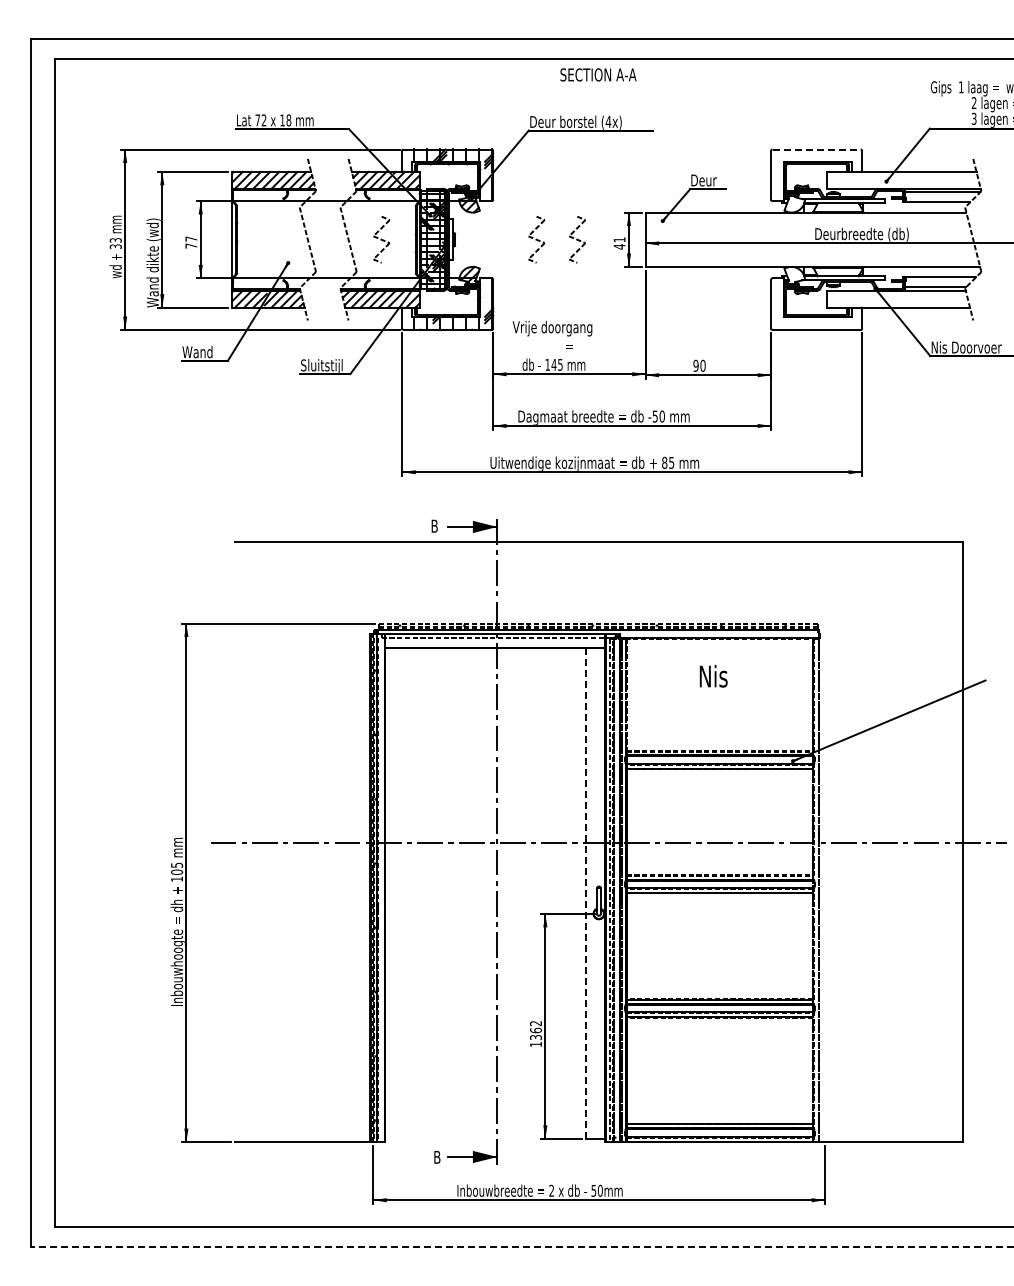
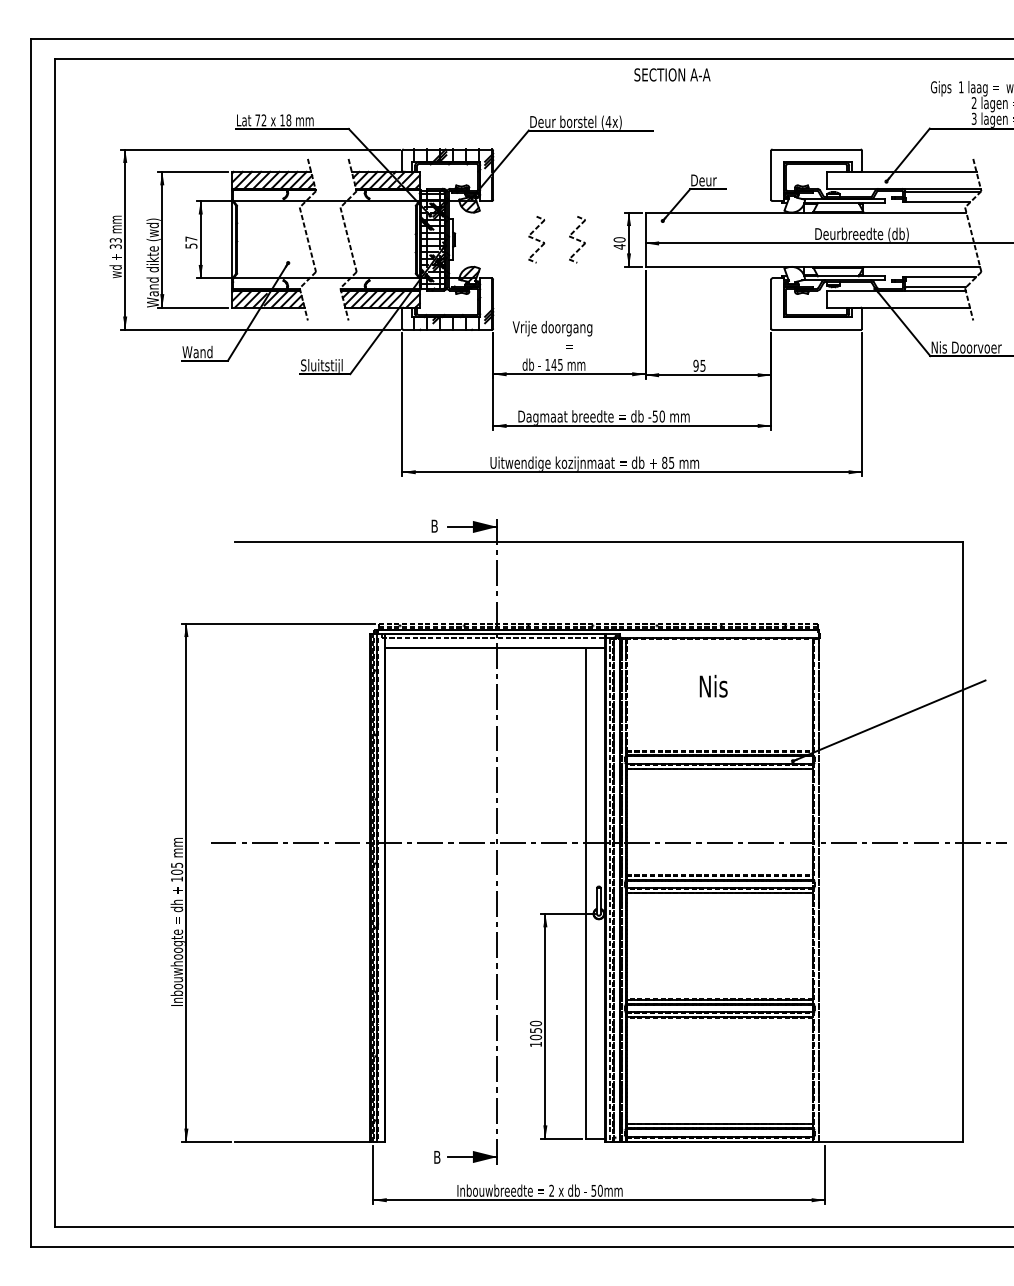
text at (598, 74) position: (598, 74) -> (672, 74)
line at (817, 149): dashed -> solid
part at (381, 239): present -> none
text at (619, 239): 41 -> 40
text at (191, 245): 77 -> 57
text at (702, 365): 90 -> 95
text at (713, 675) position: (713, 675) -> (713, 685)
line at (585, 894): dashed -> solid
text at (536, 1030): 1362 -> 1050
line at (521, 1247): dashed -> solid
